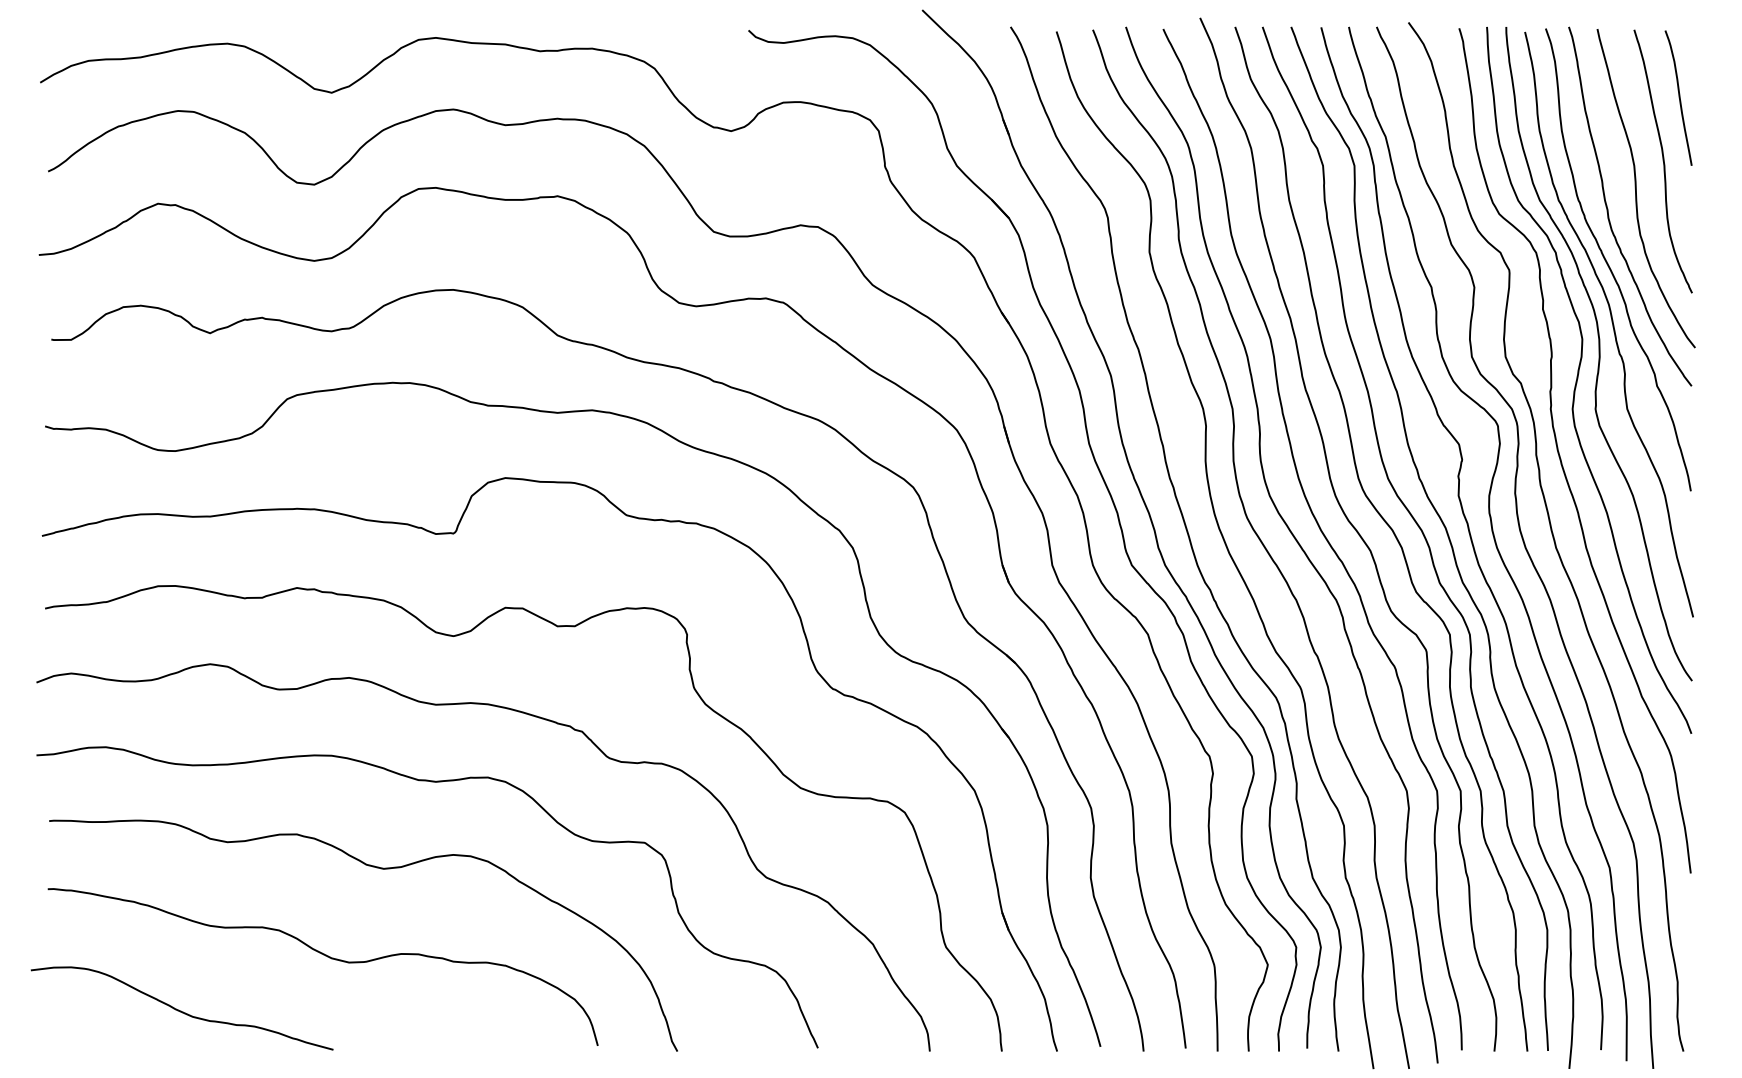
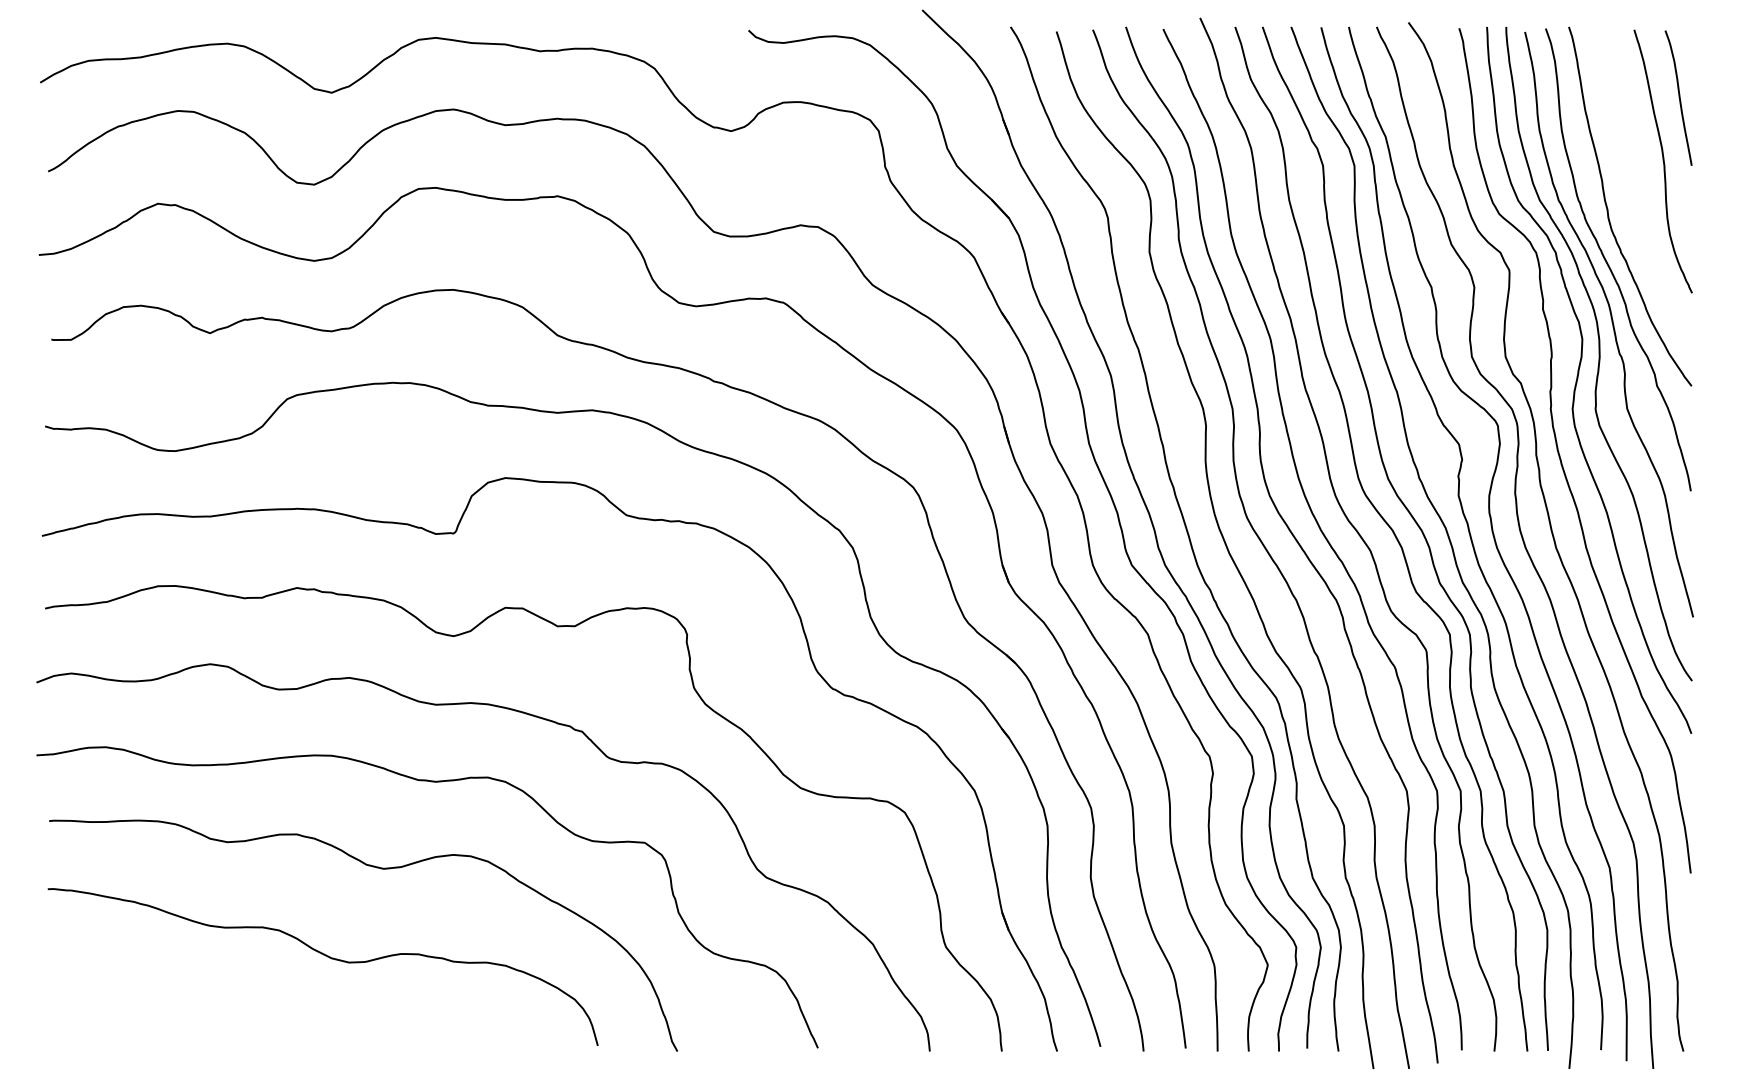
curve at (1636, 188): present -> none
curve at (181, 1010): present -> none
